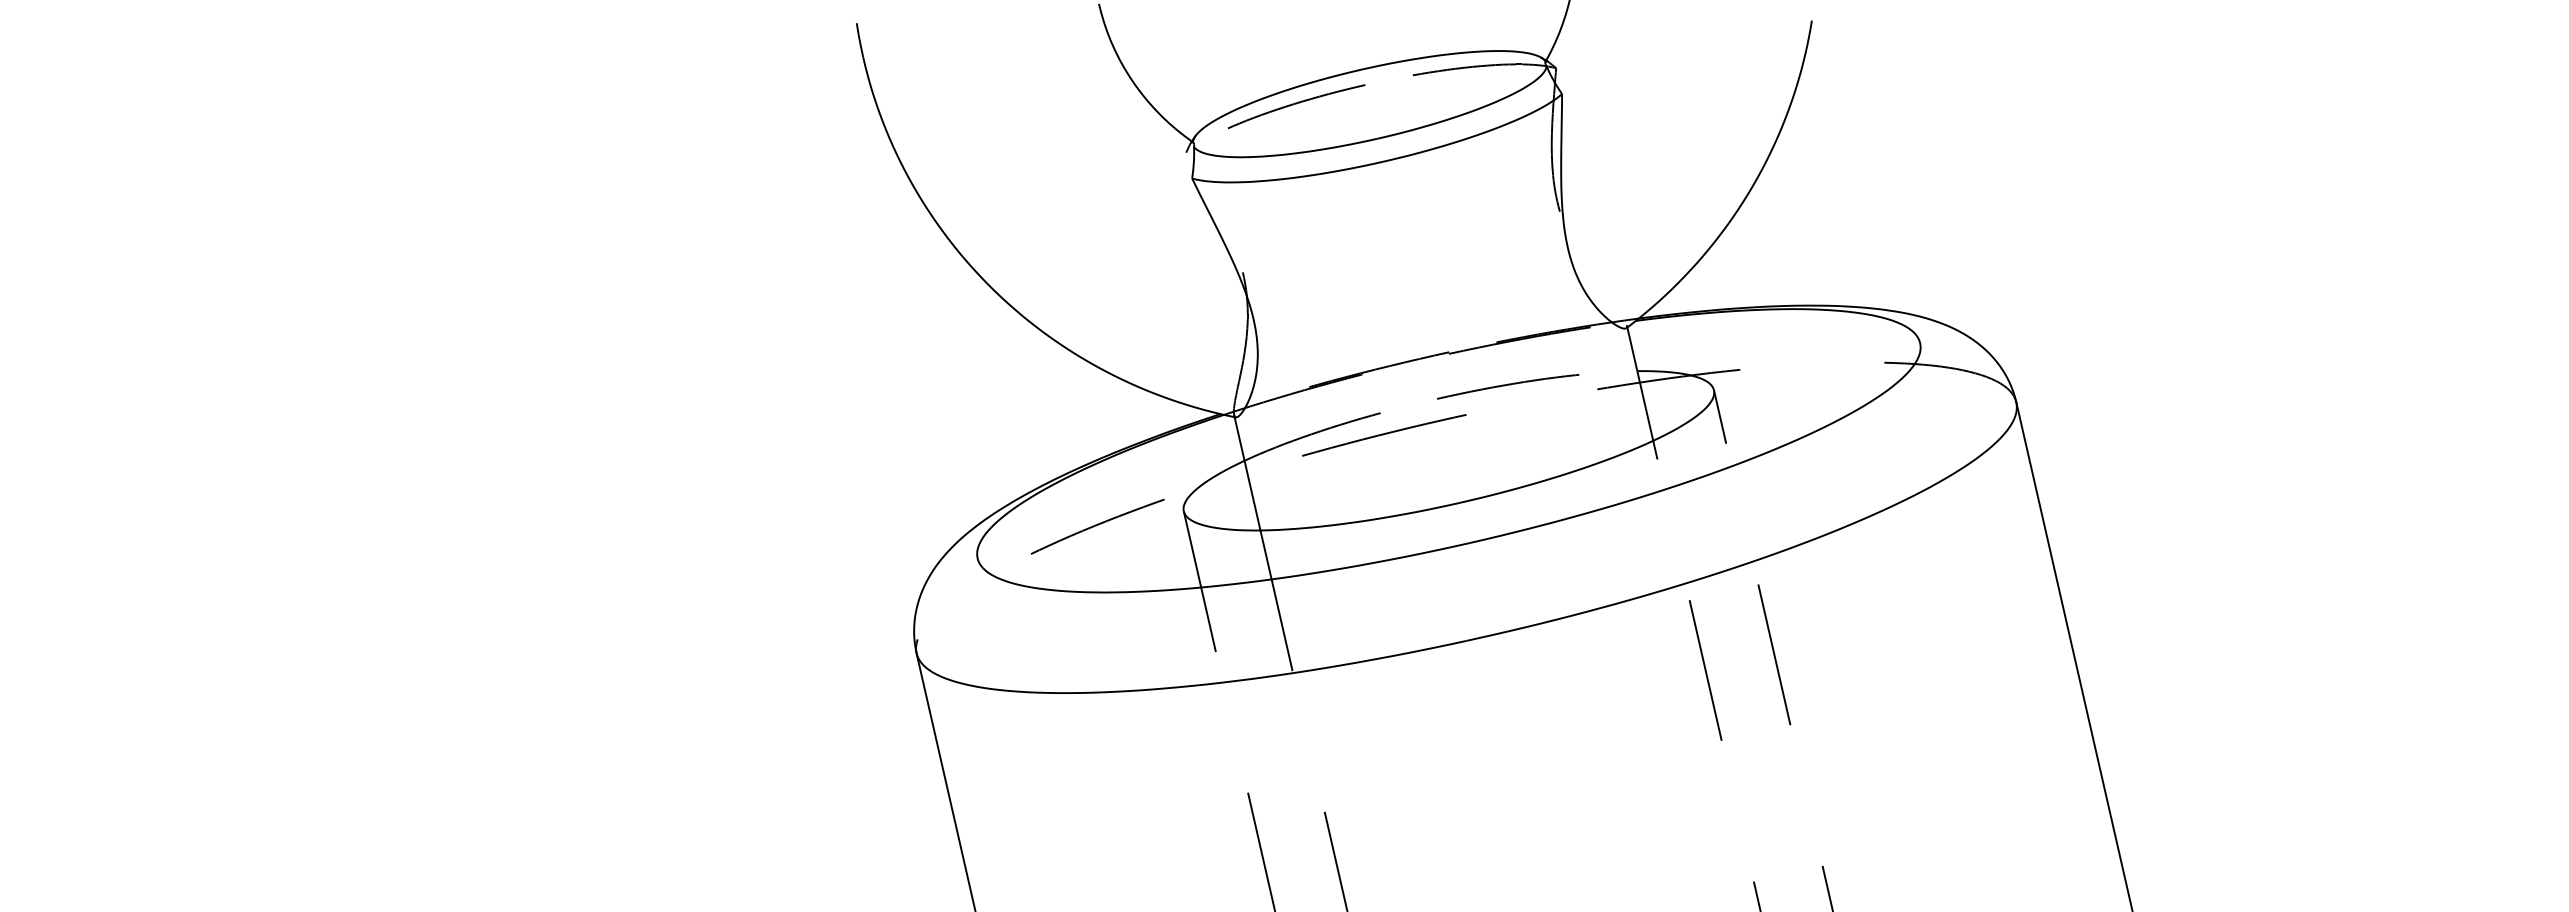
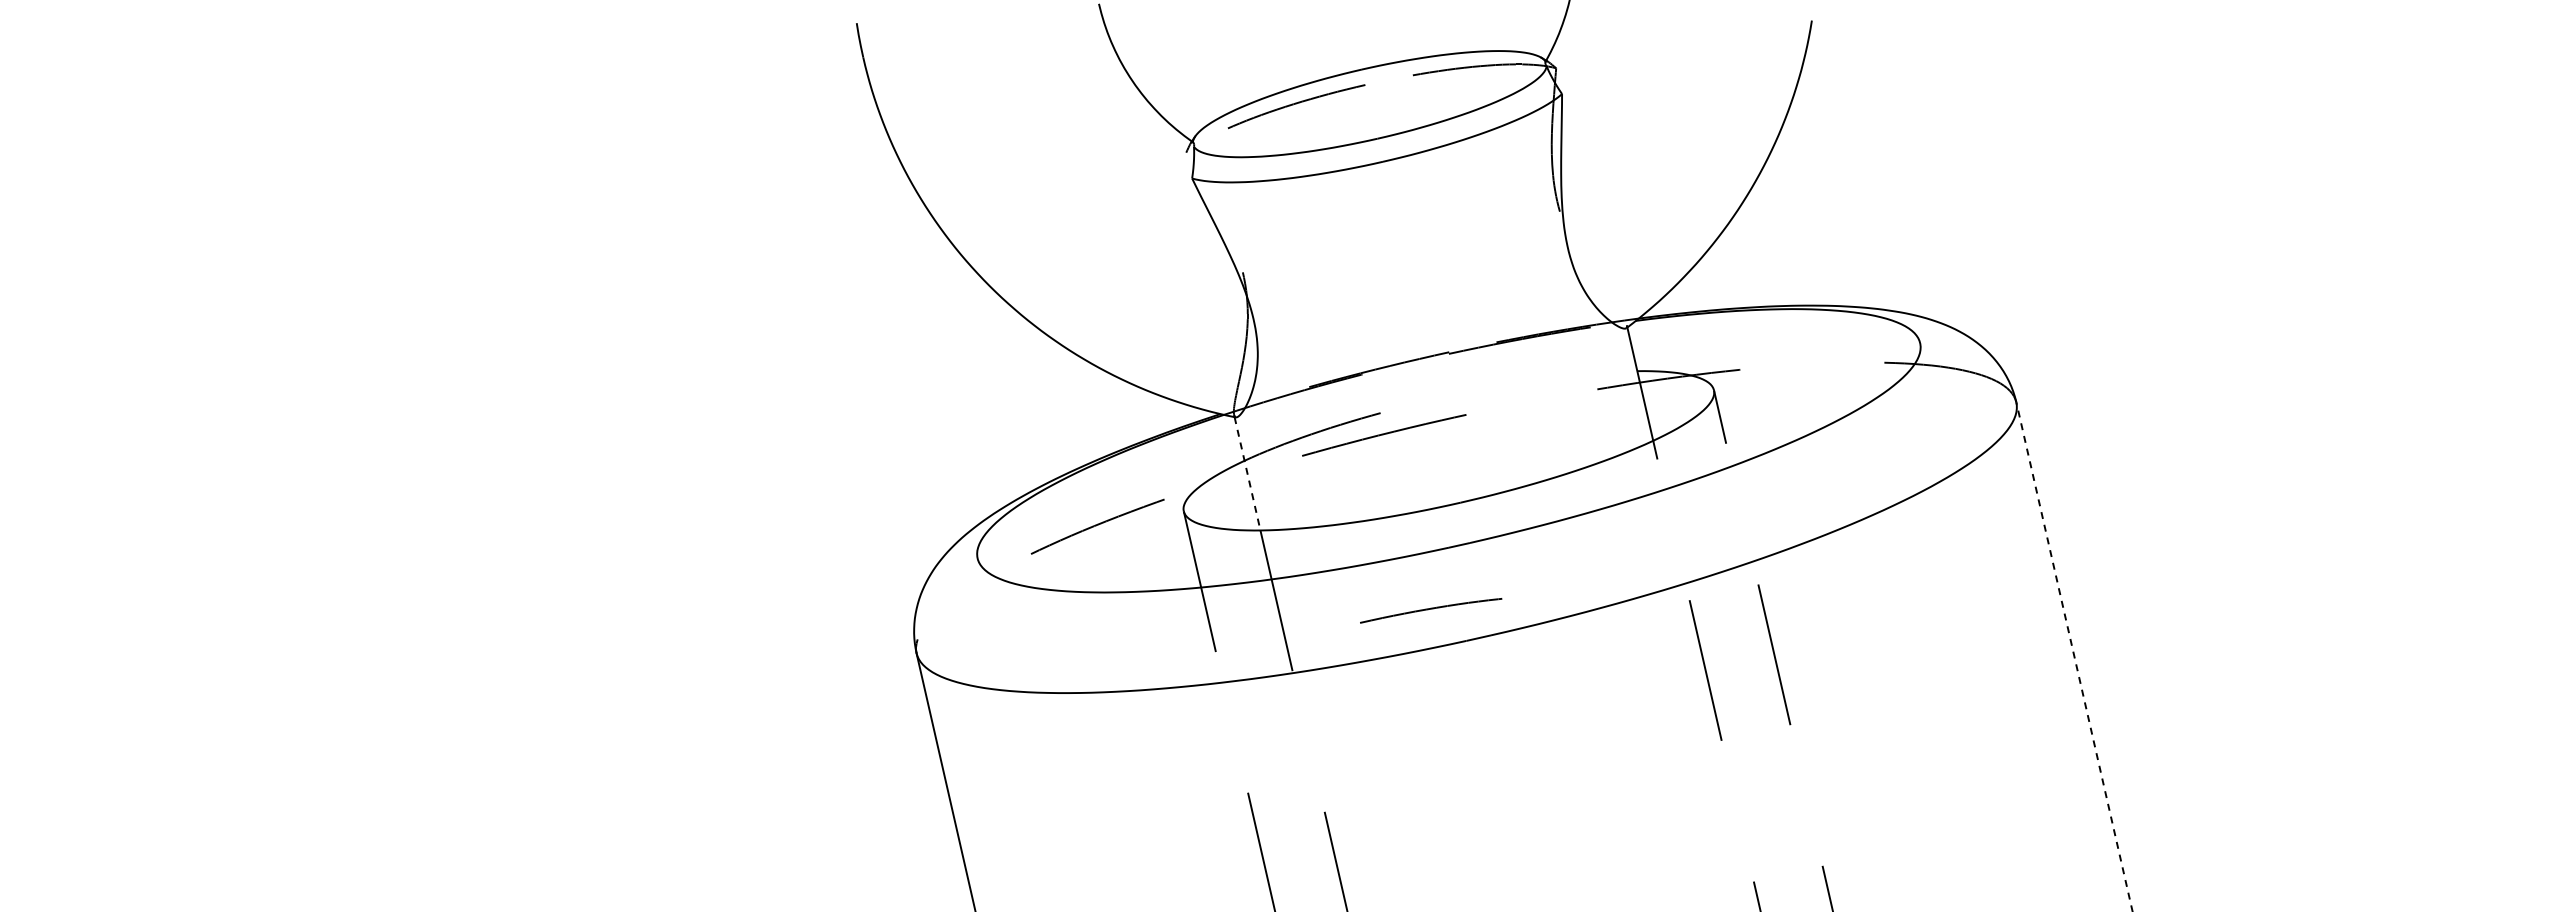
curve at (1508, 385) position: (1508, 385) -> (1431, 609)
line at (1247, 474): solid -> dashed
line at (2074, 656): solid -> dashed
